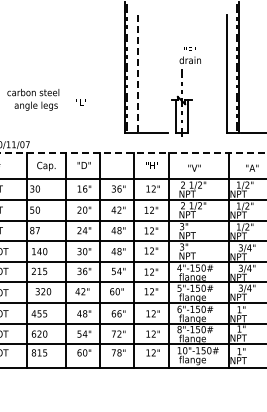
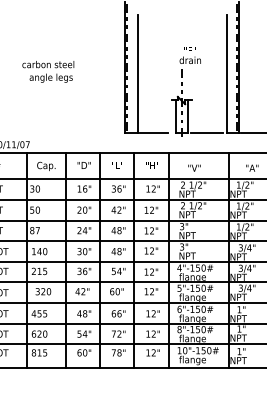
line at (137, 74): dashed -> solid
text at (33, 99) position: (33, 99) -> (48, 71)
text at (80, 102) position: (80, 102) -> (116, 165)
line at (206, 132): none -> present
line at (134, 152): dashed -> solid
